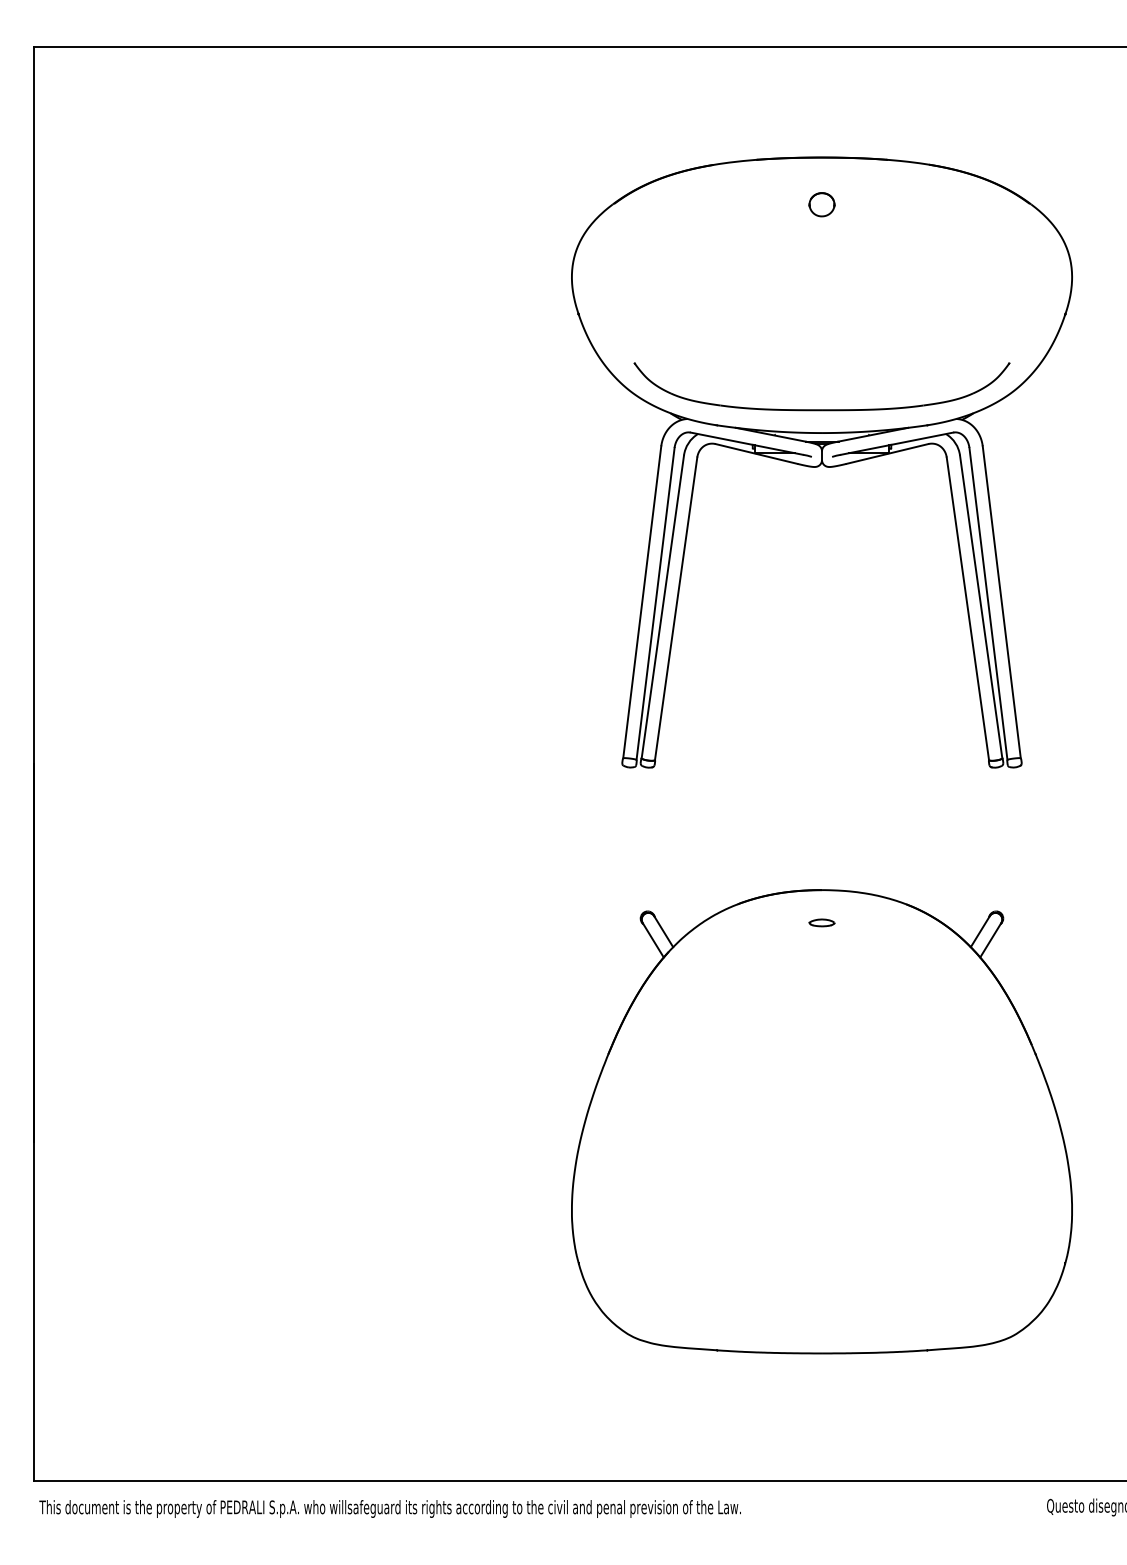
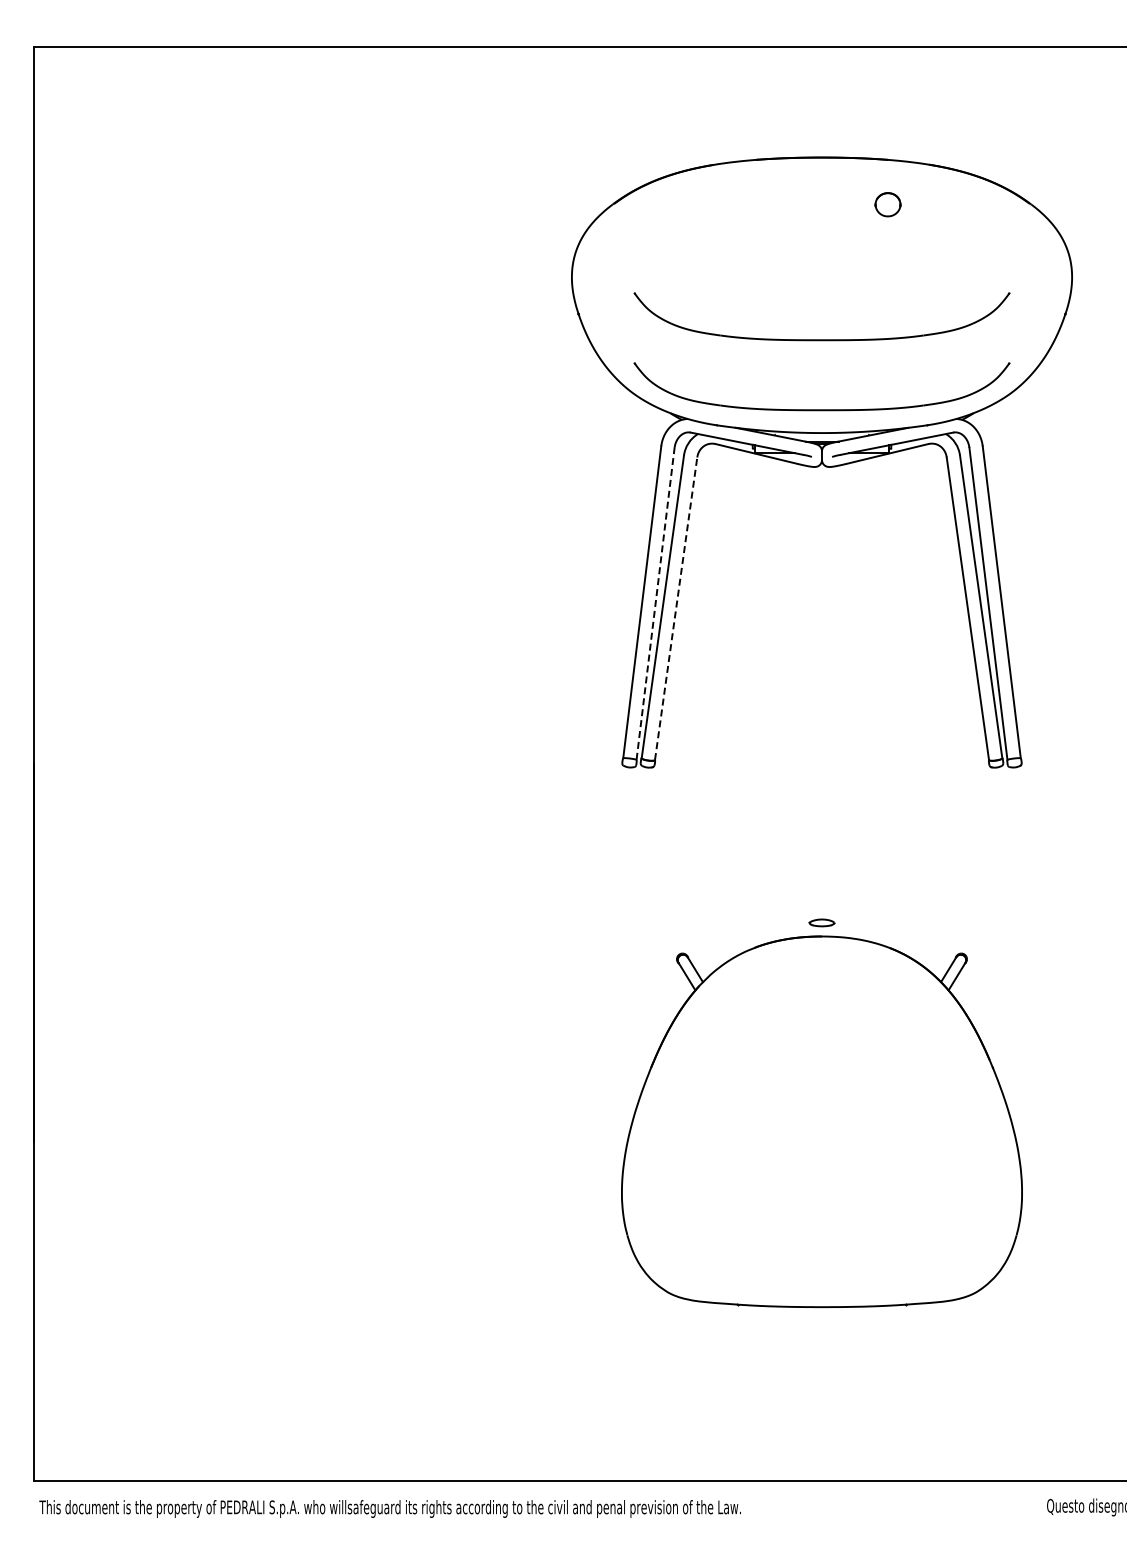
part at (821, 204) position: (821, 204) -> (887, 204)
part at (821, 339): none -> present
line at (655, 603): solid -> dashed
line at (676, 608): solid -> dashed
part at (821, 1121) size: 502x466 px -> 402x374 px
